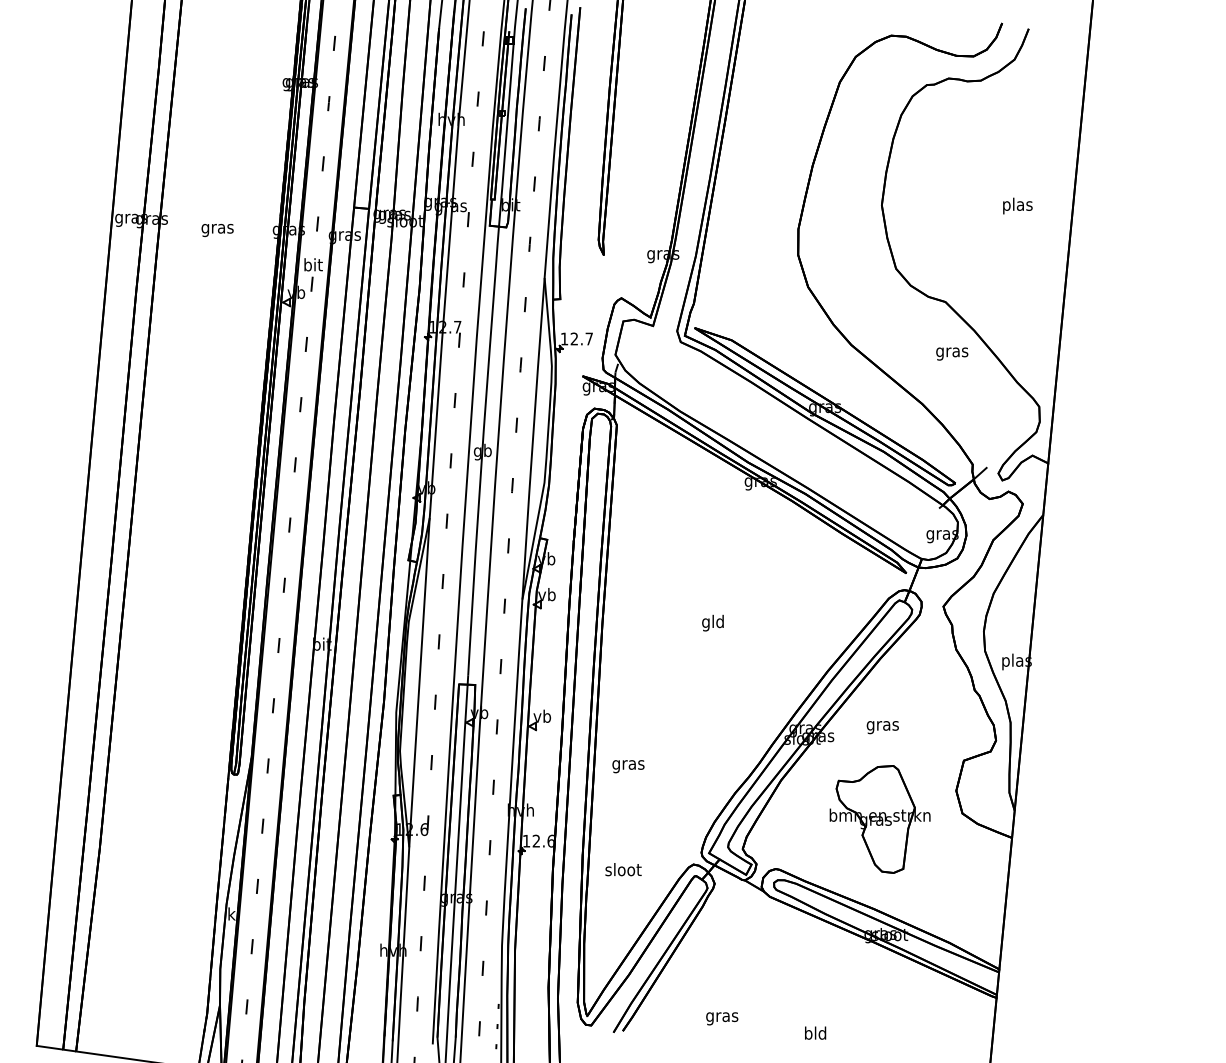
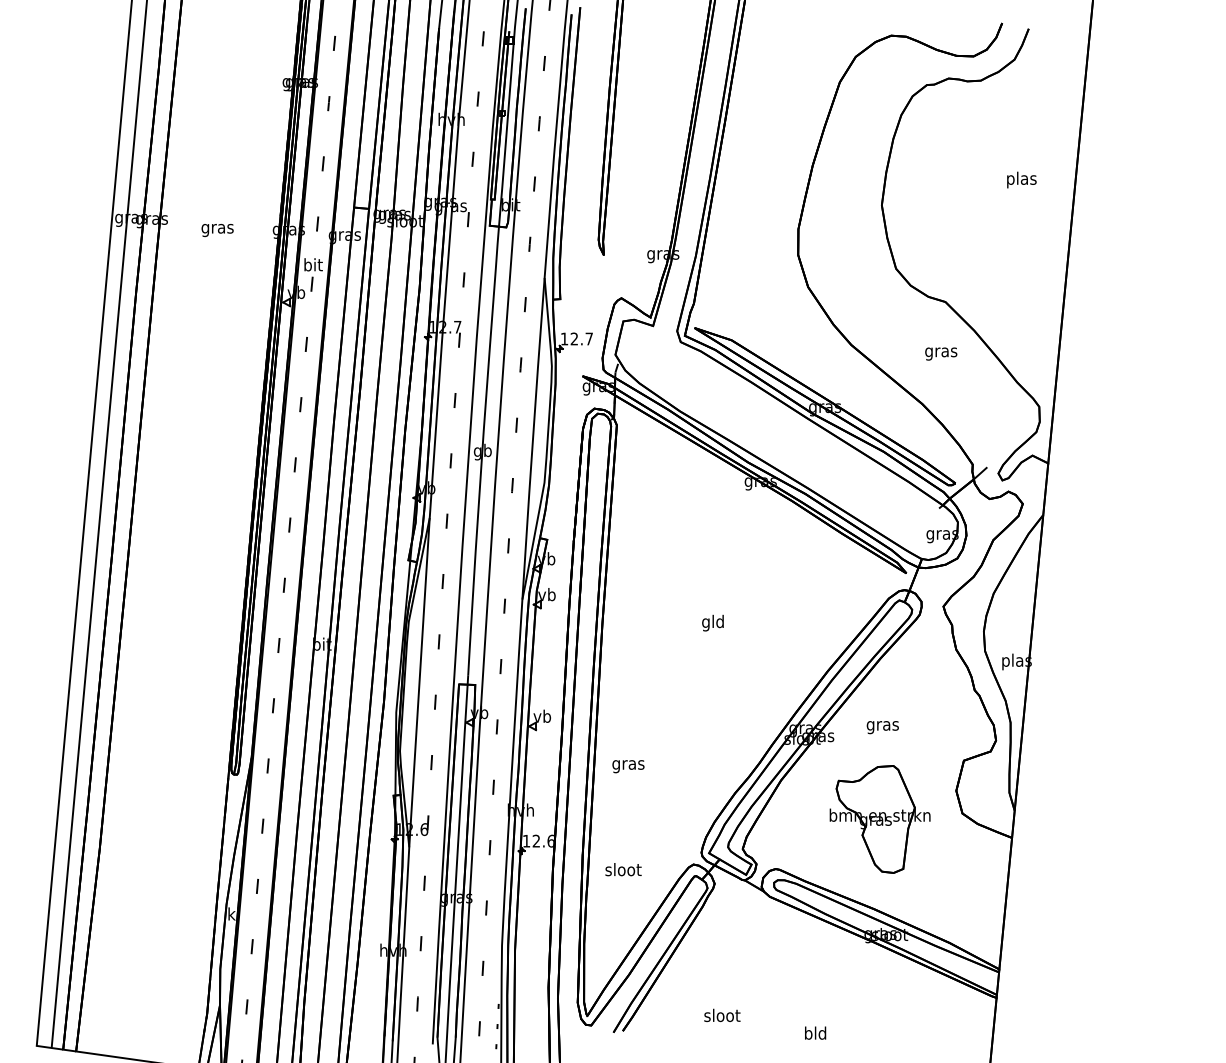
text at (1017, 205) position: (1017, 205) -> (1021, 179)
text at (952, 353) position: (952, 353) -> (941, 353)
line at (83, 523) position: (83, 523) -> (98, 524)
text at (722, 1016): gras -> sloot
